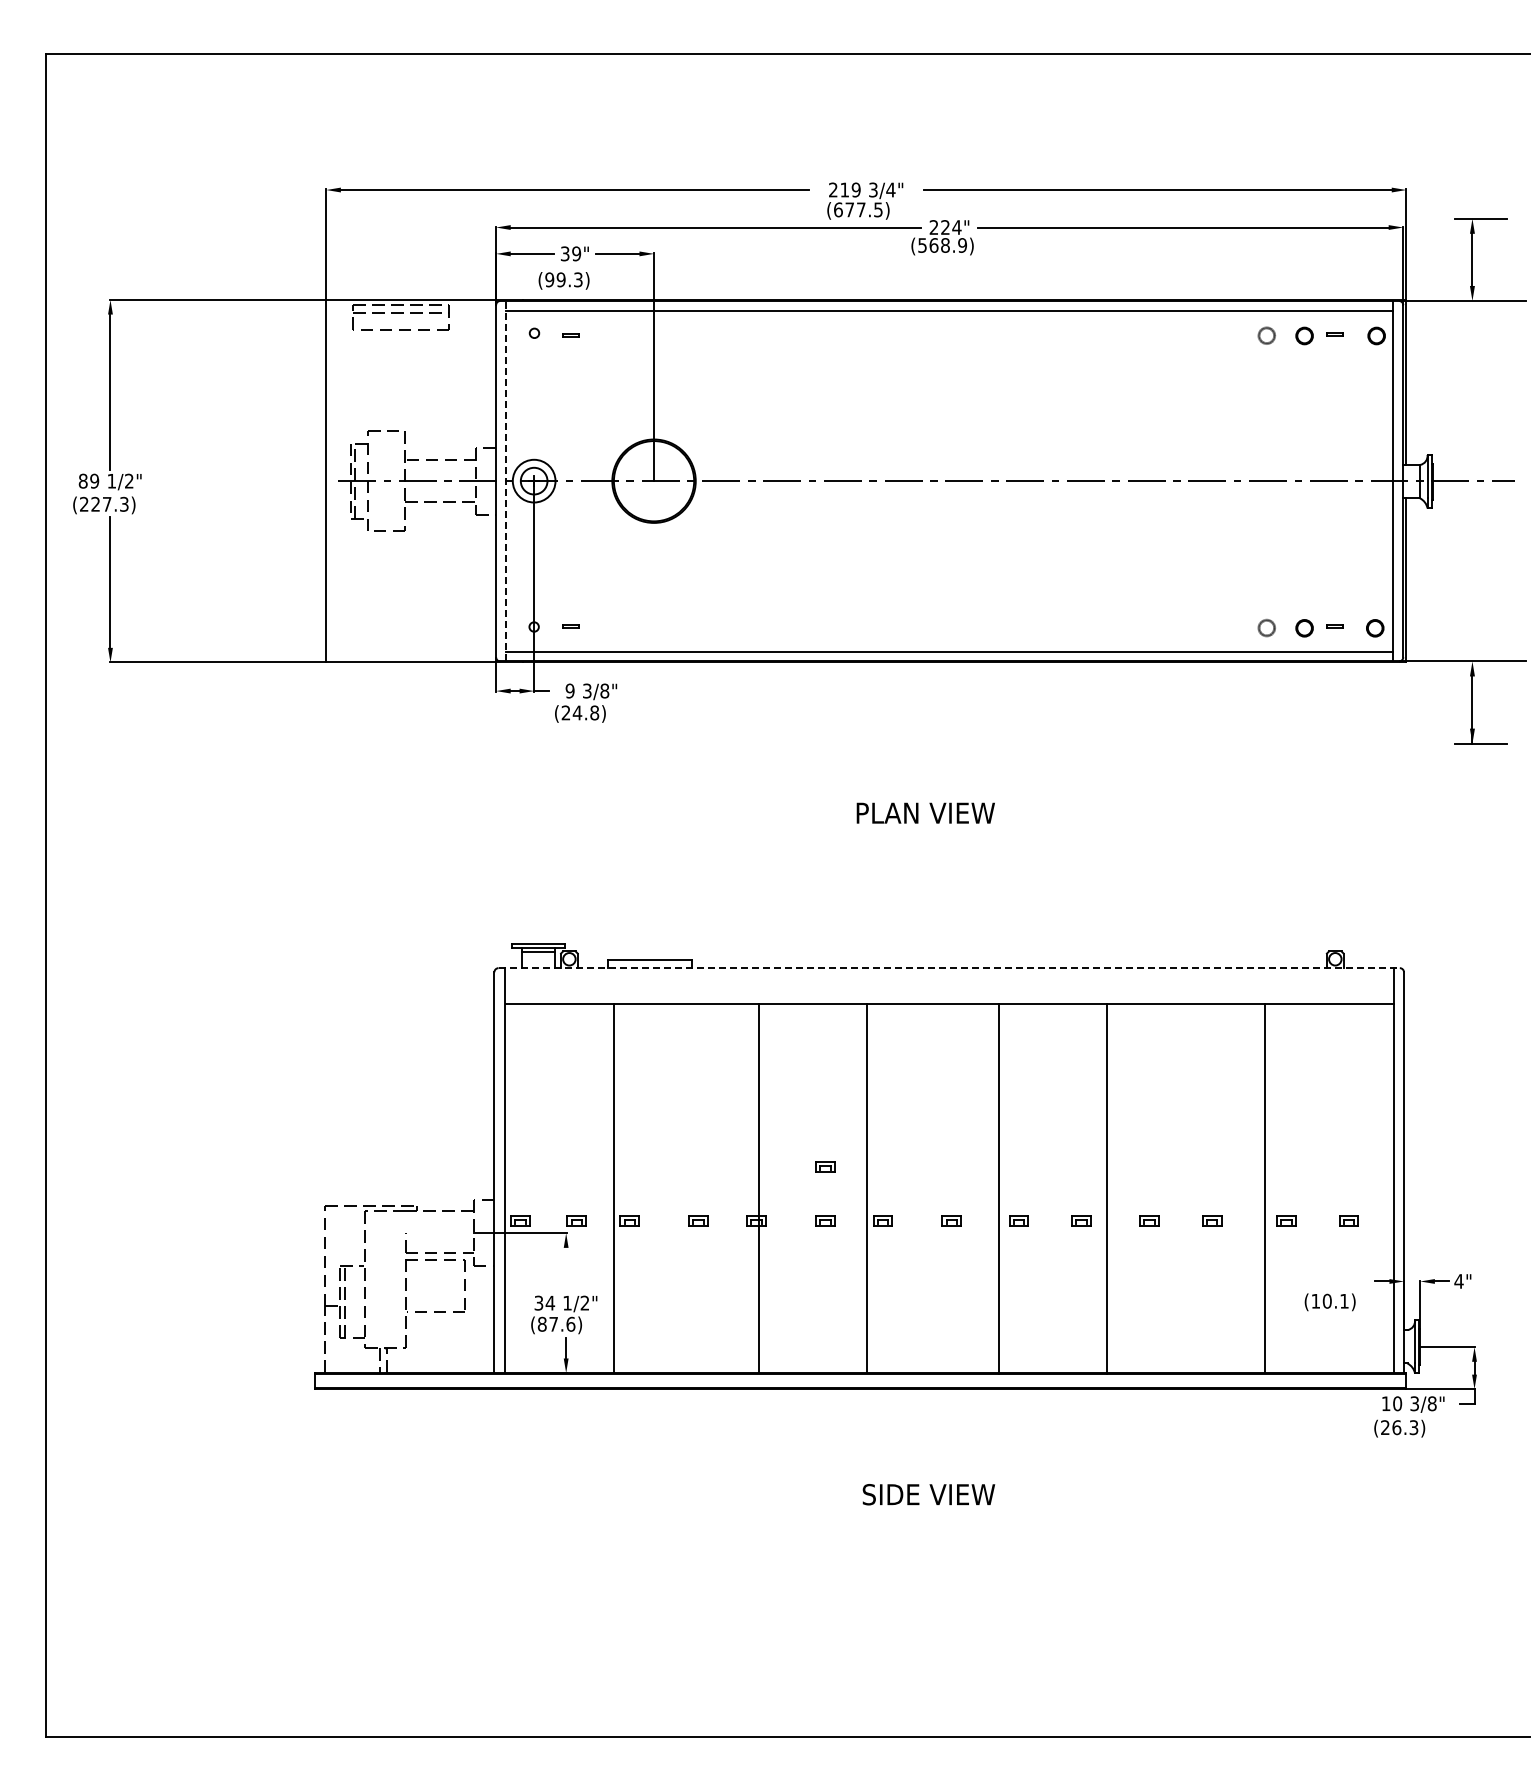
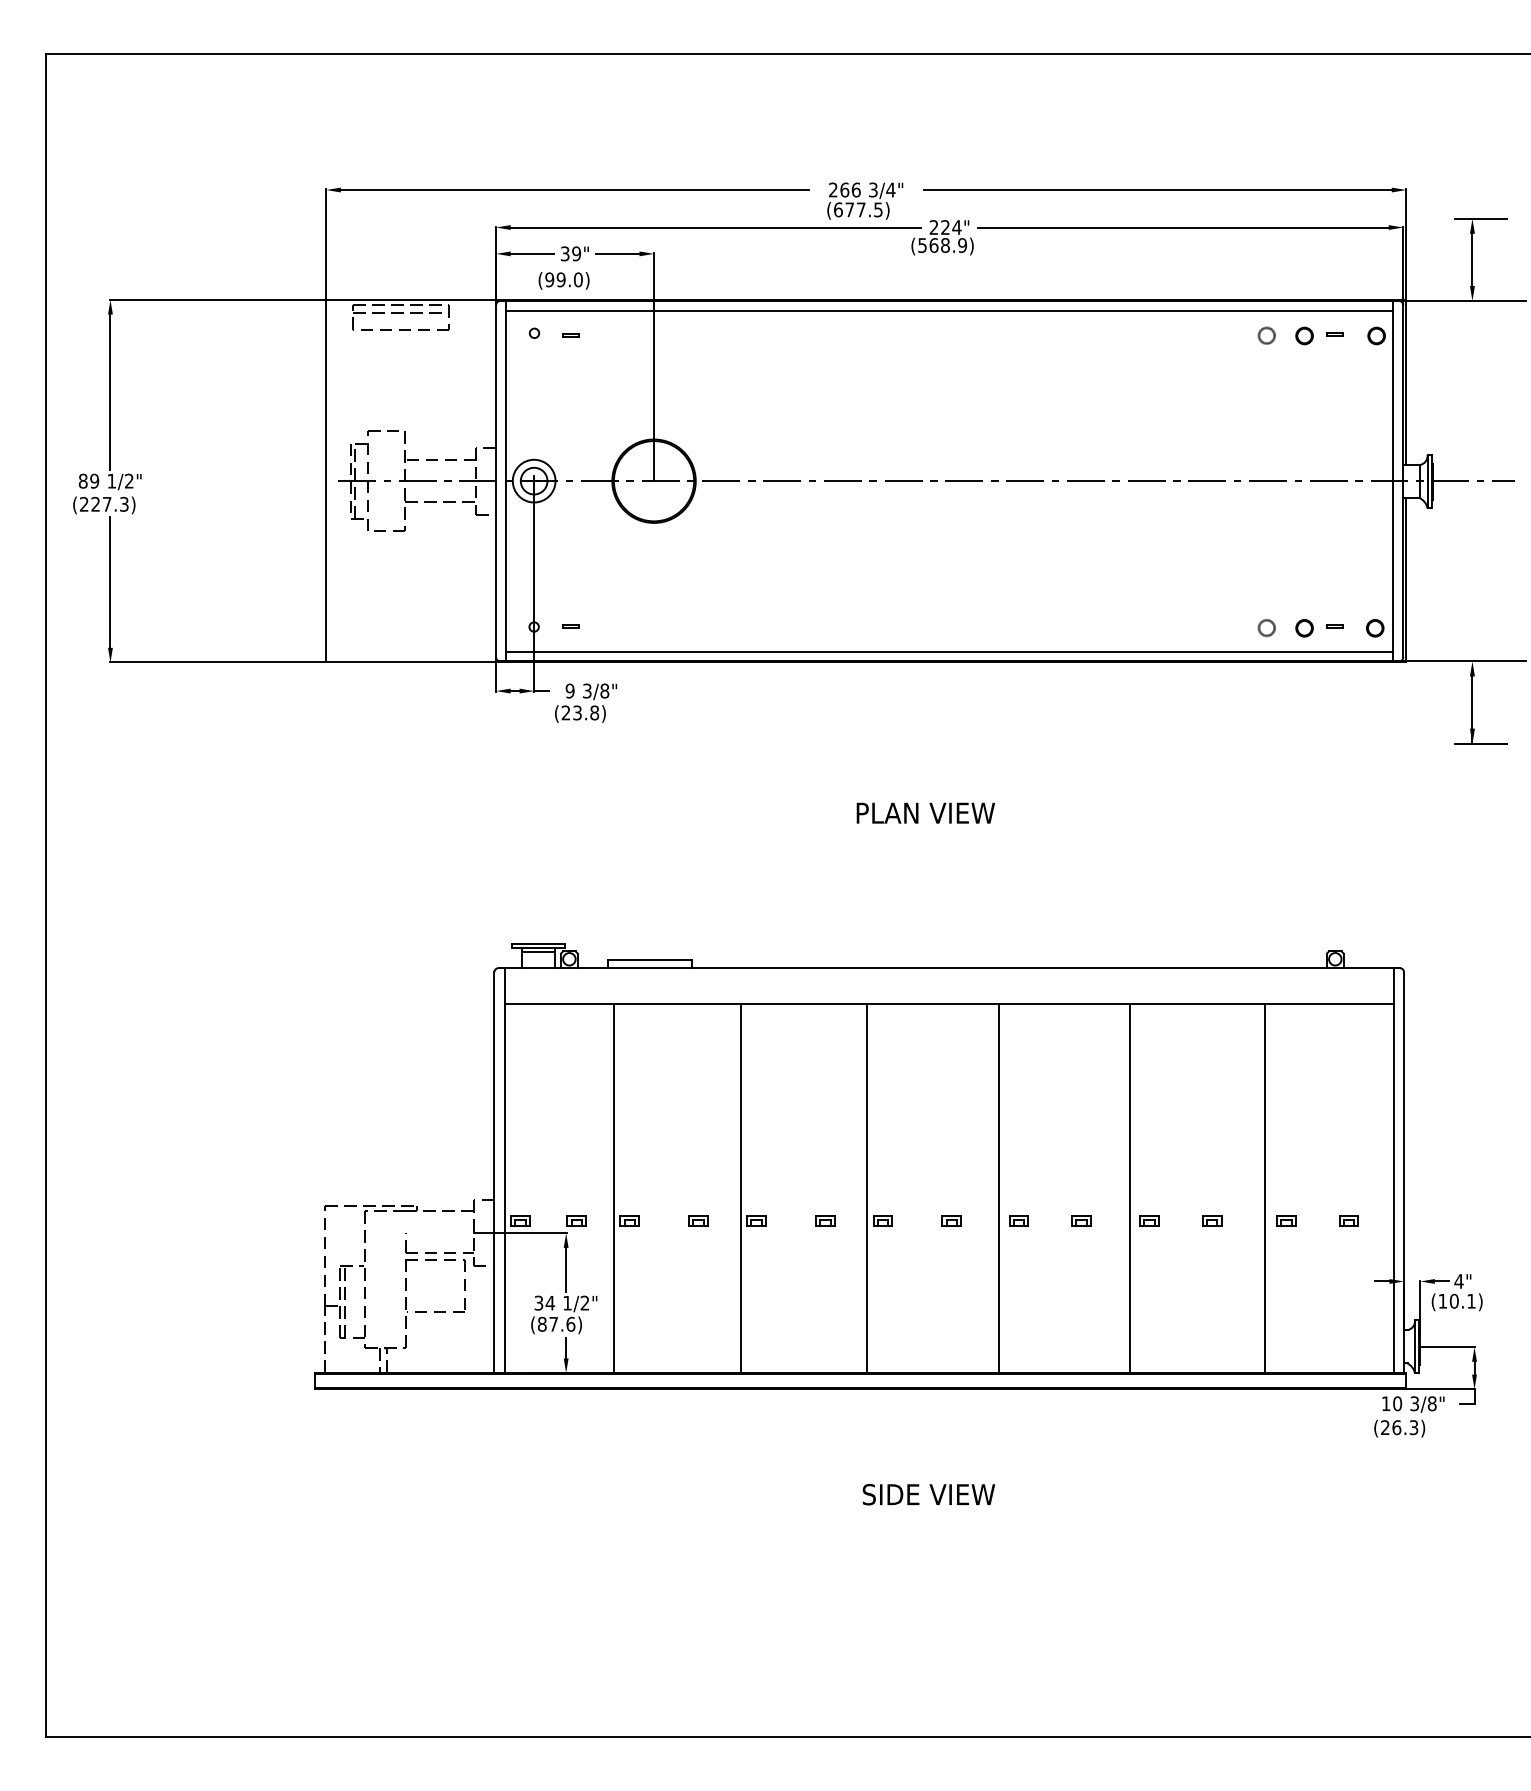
text at (850, 189): 219 -> 266
text at (578, 279): (99.3) -> (99.0)
line at (506, 480): dashed -> solid
text at (577, 712): (24.8) -> (23.8)
line at (949, 968): dashed -> solid
part at (825, 1166): present -> none
line at (758, 1188) position: (758, 1188) -> (740, 1188)
line at (1106, 1188) position: (1106, 1188) -> (1129, 1188)
line at (566, 1269): none -> present
text at (1329, 1302) position: (1329, 1302) -> (1456, 1302)
